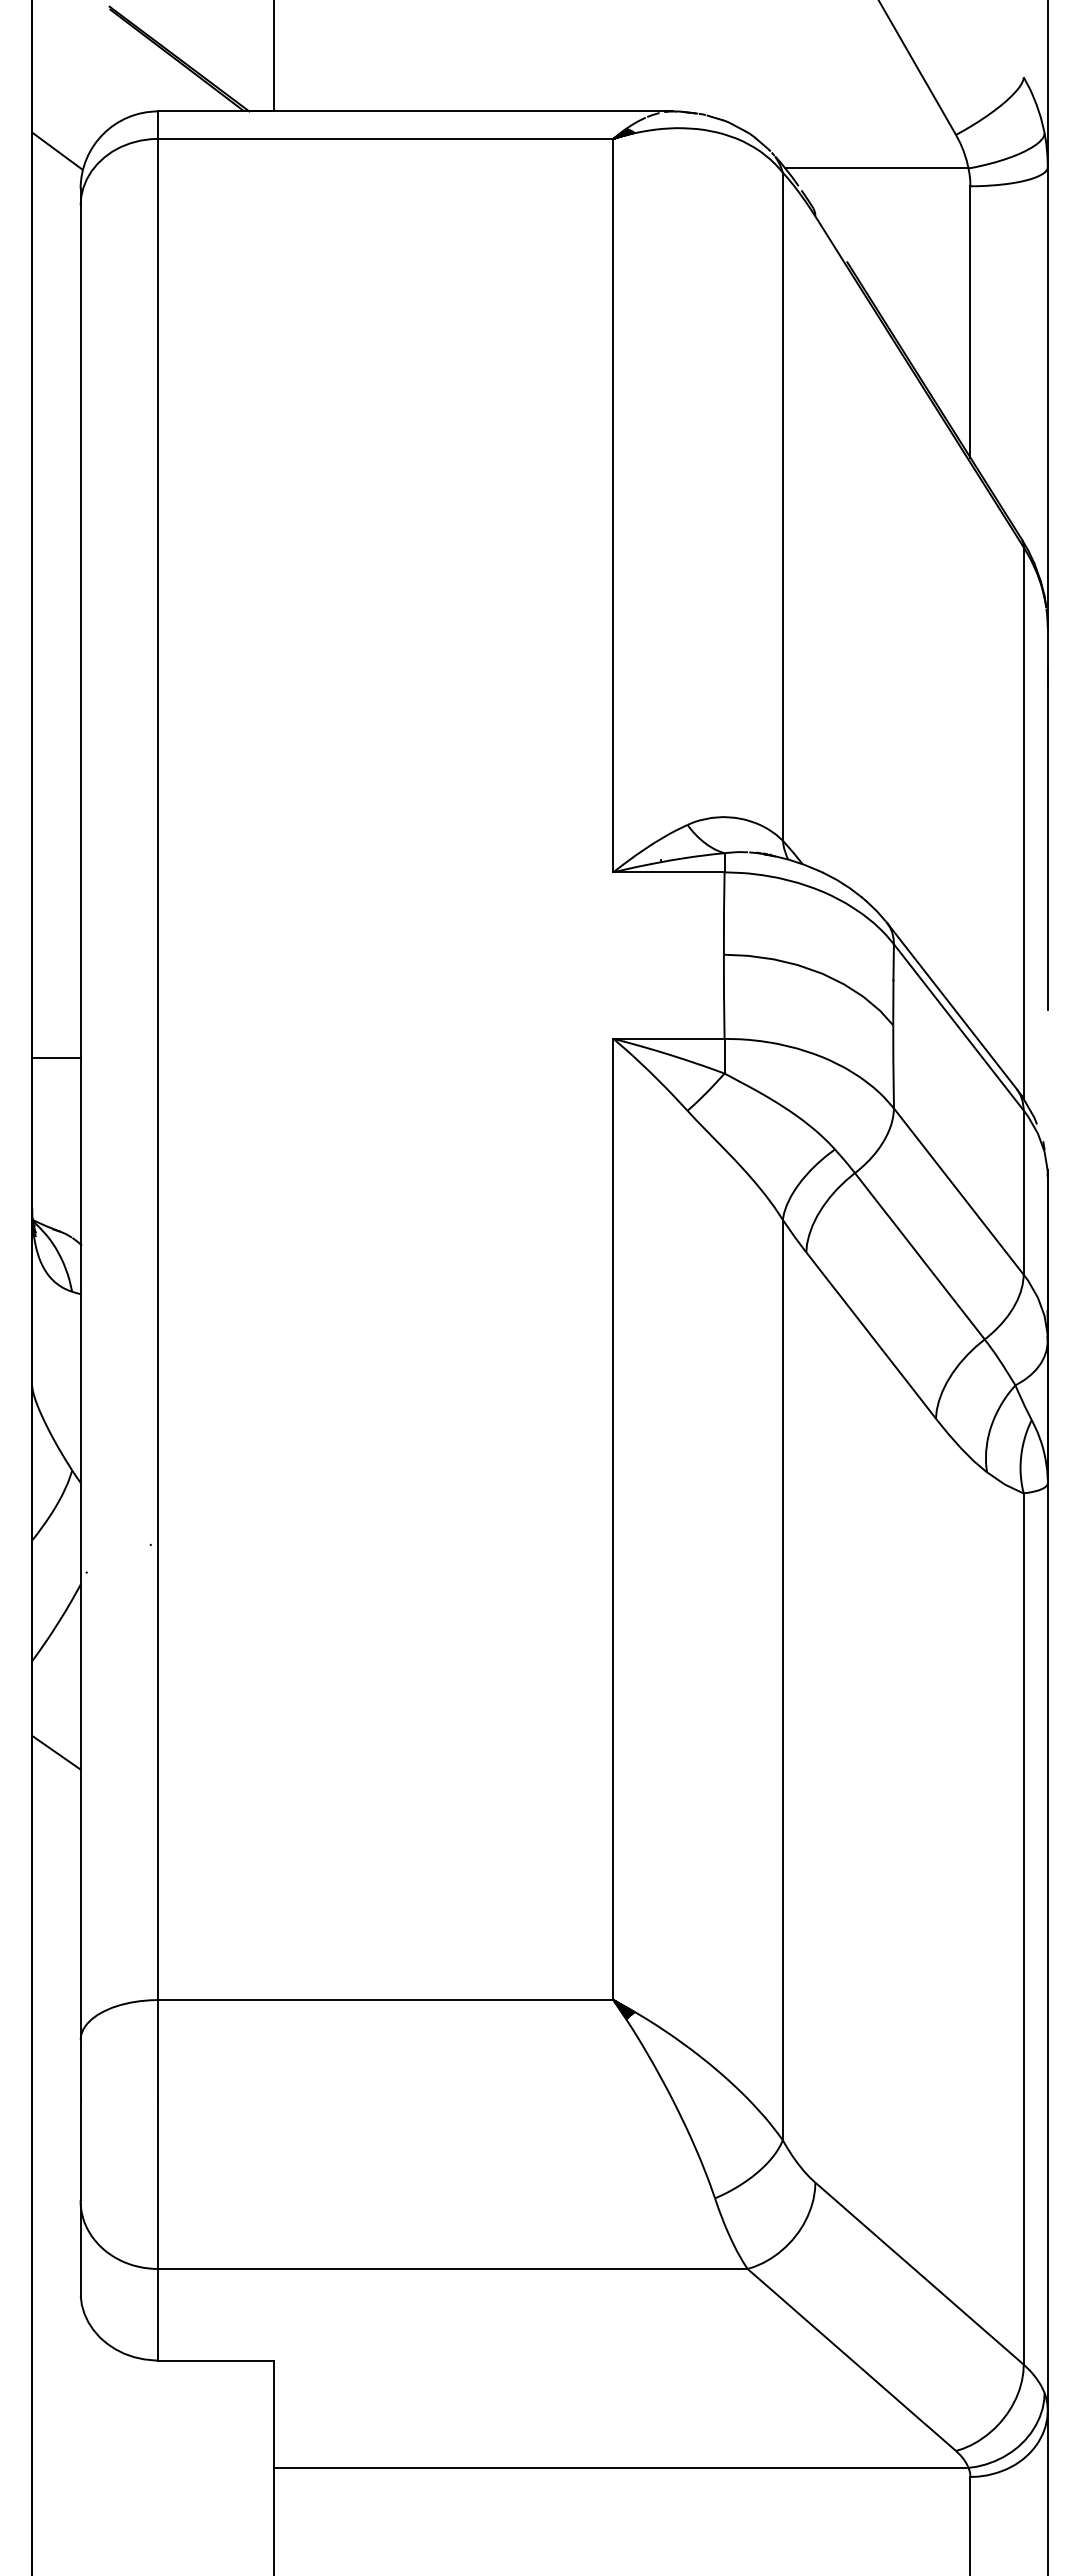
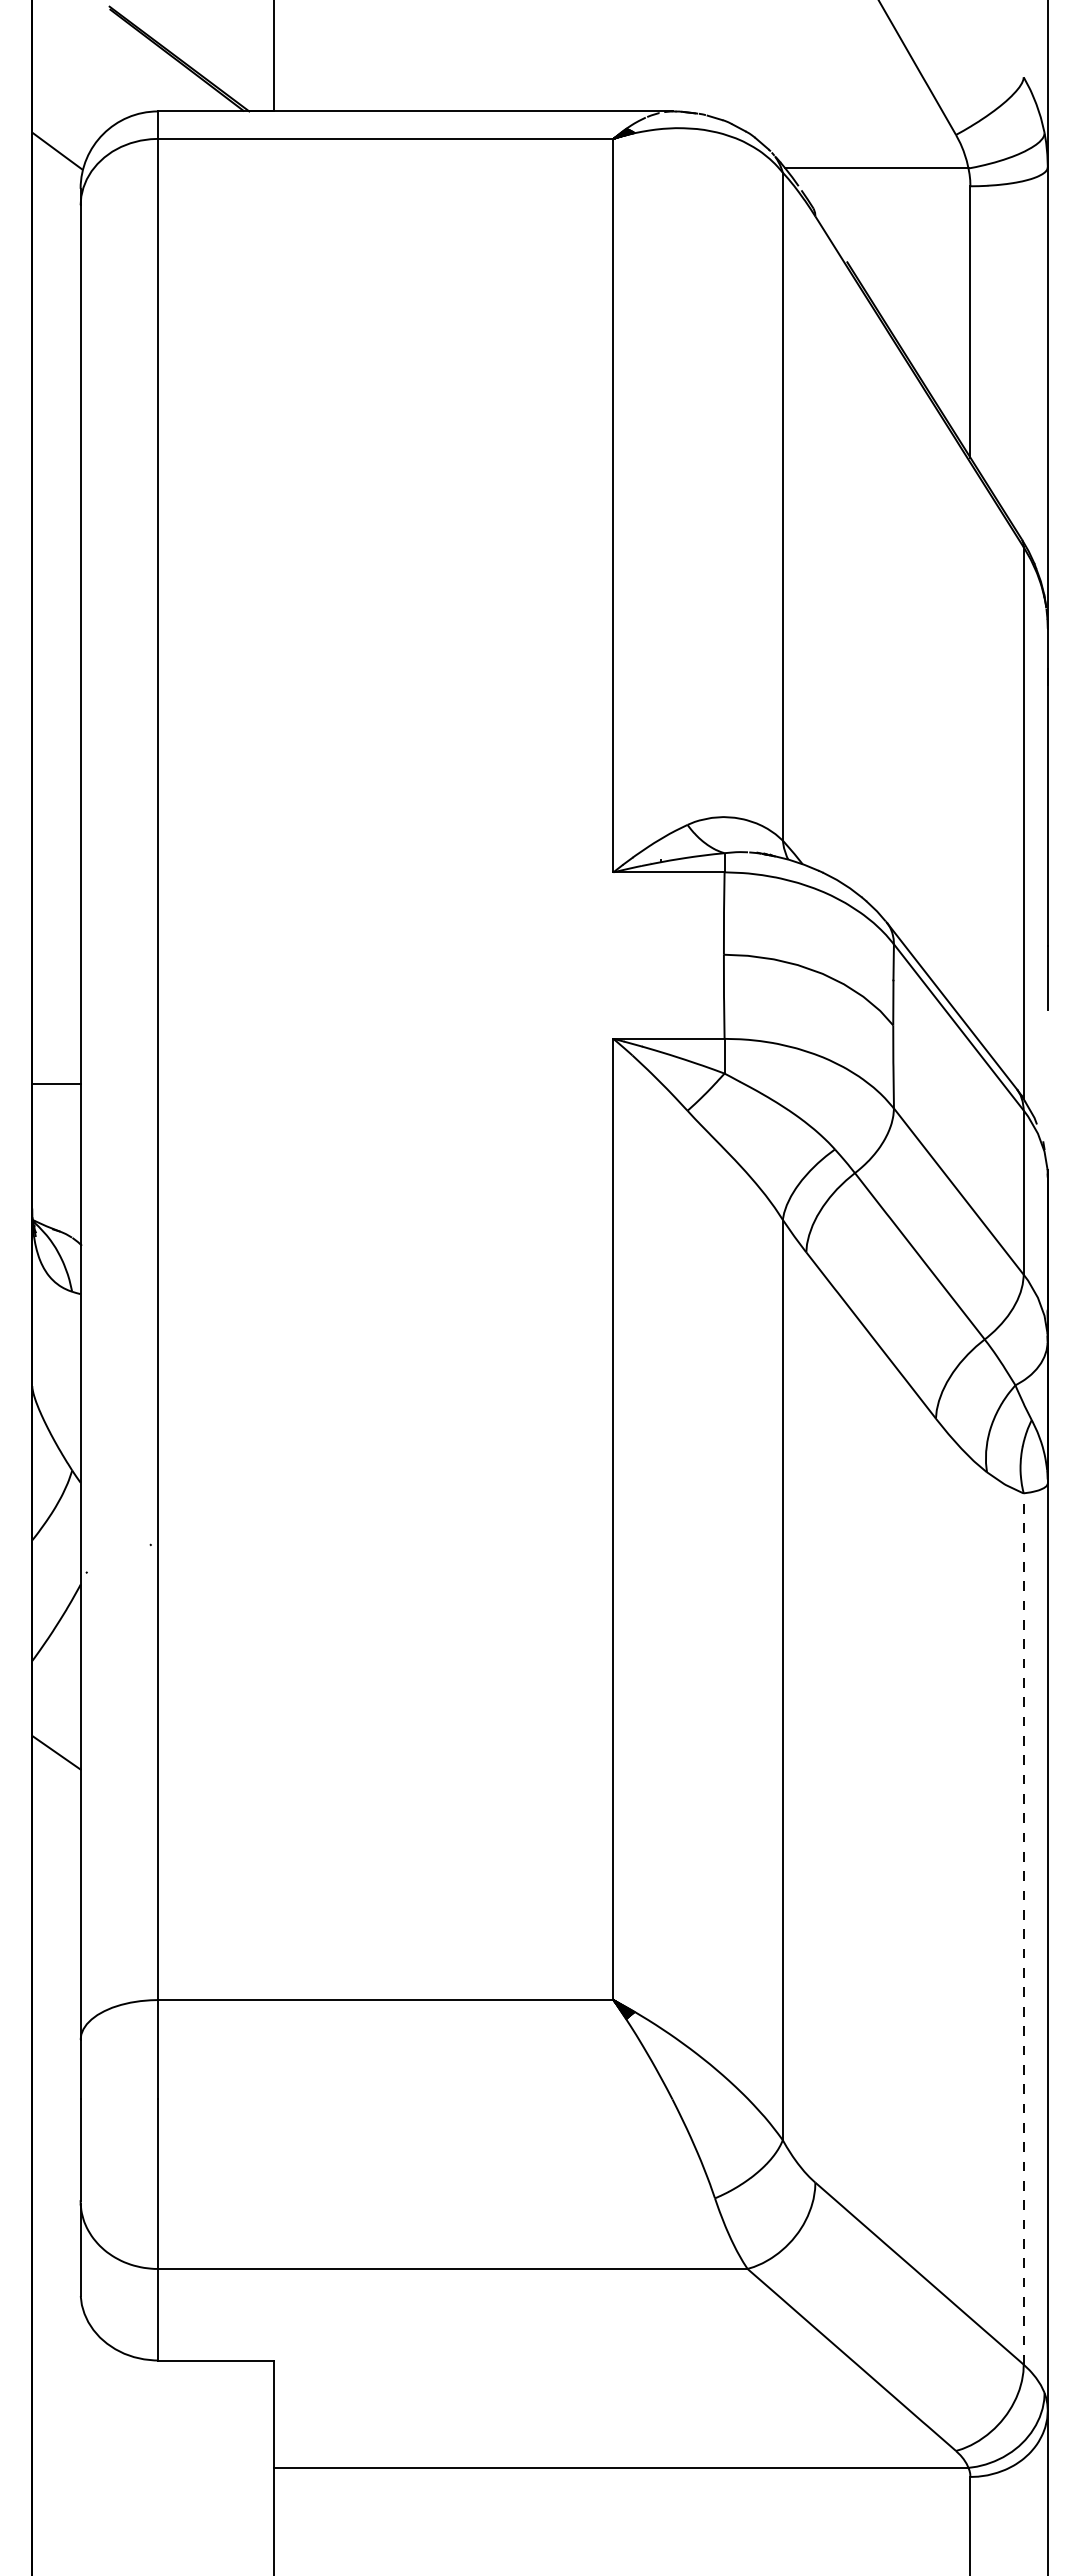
line at (56, 1057) position: (56, 1057) -> (56, 1083)
line at (1023, 1929): solid -> dashed
